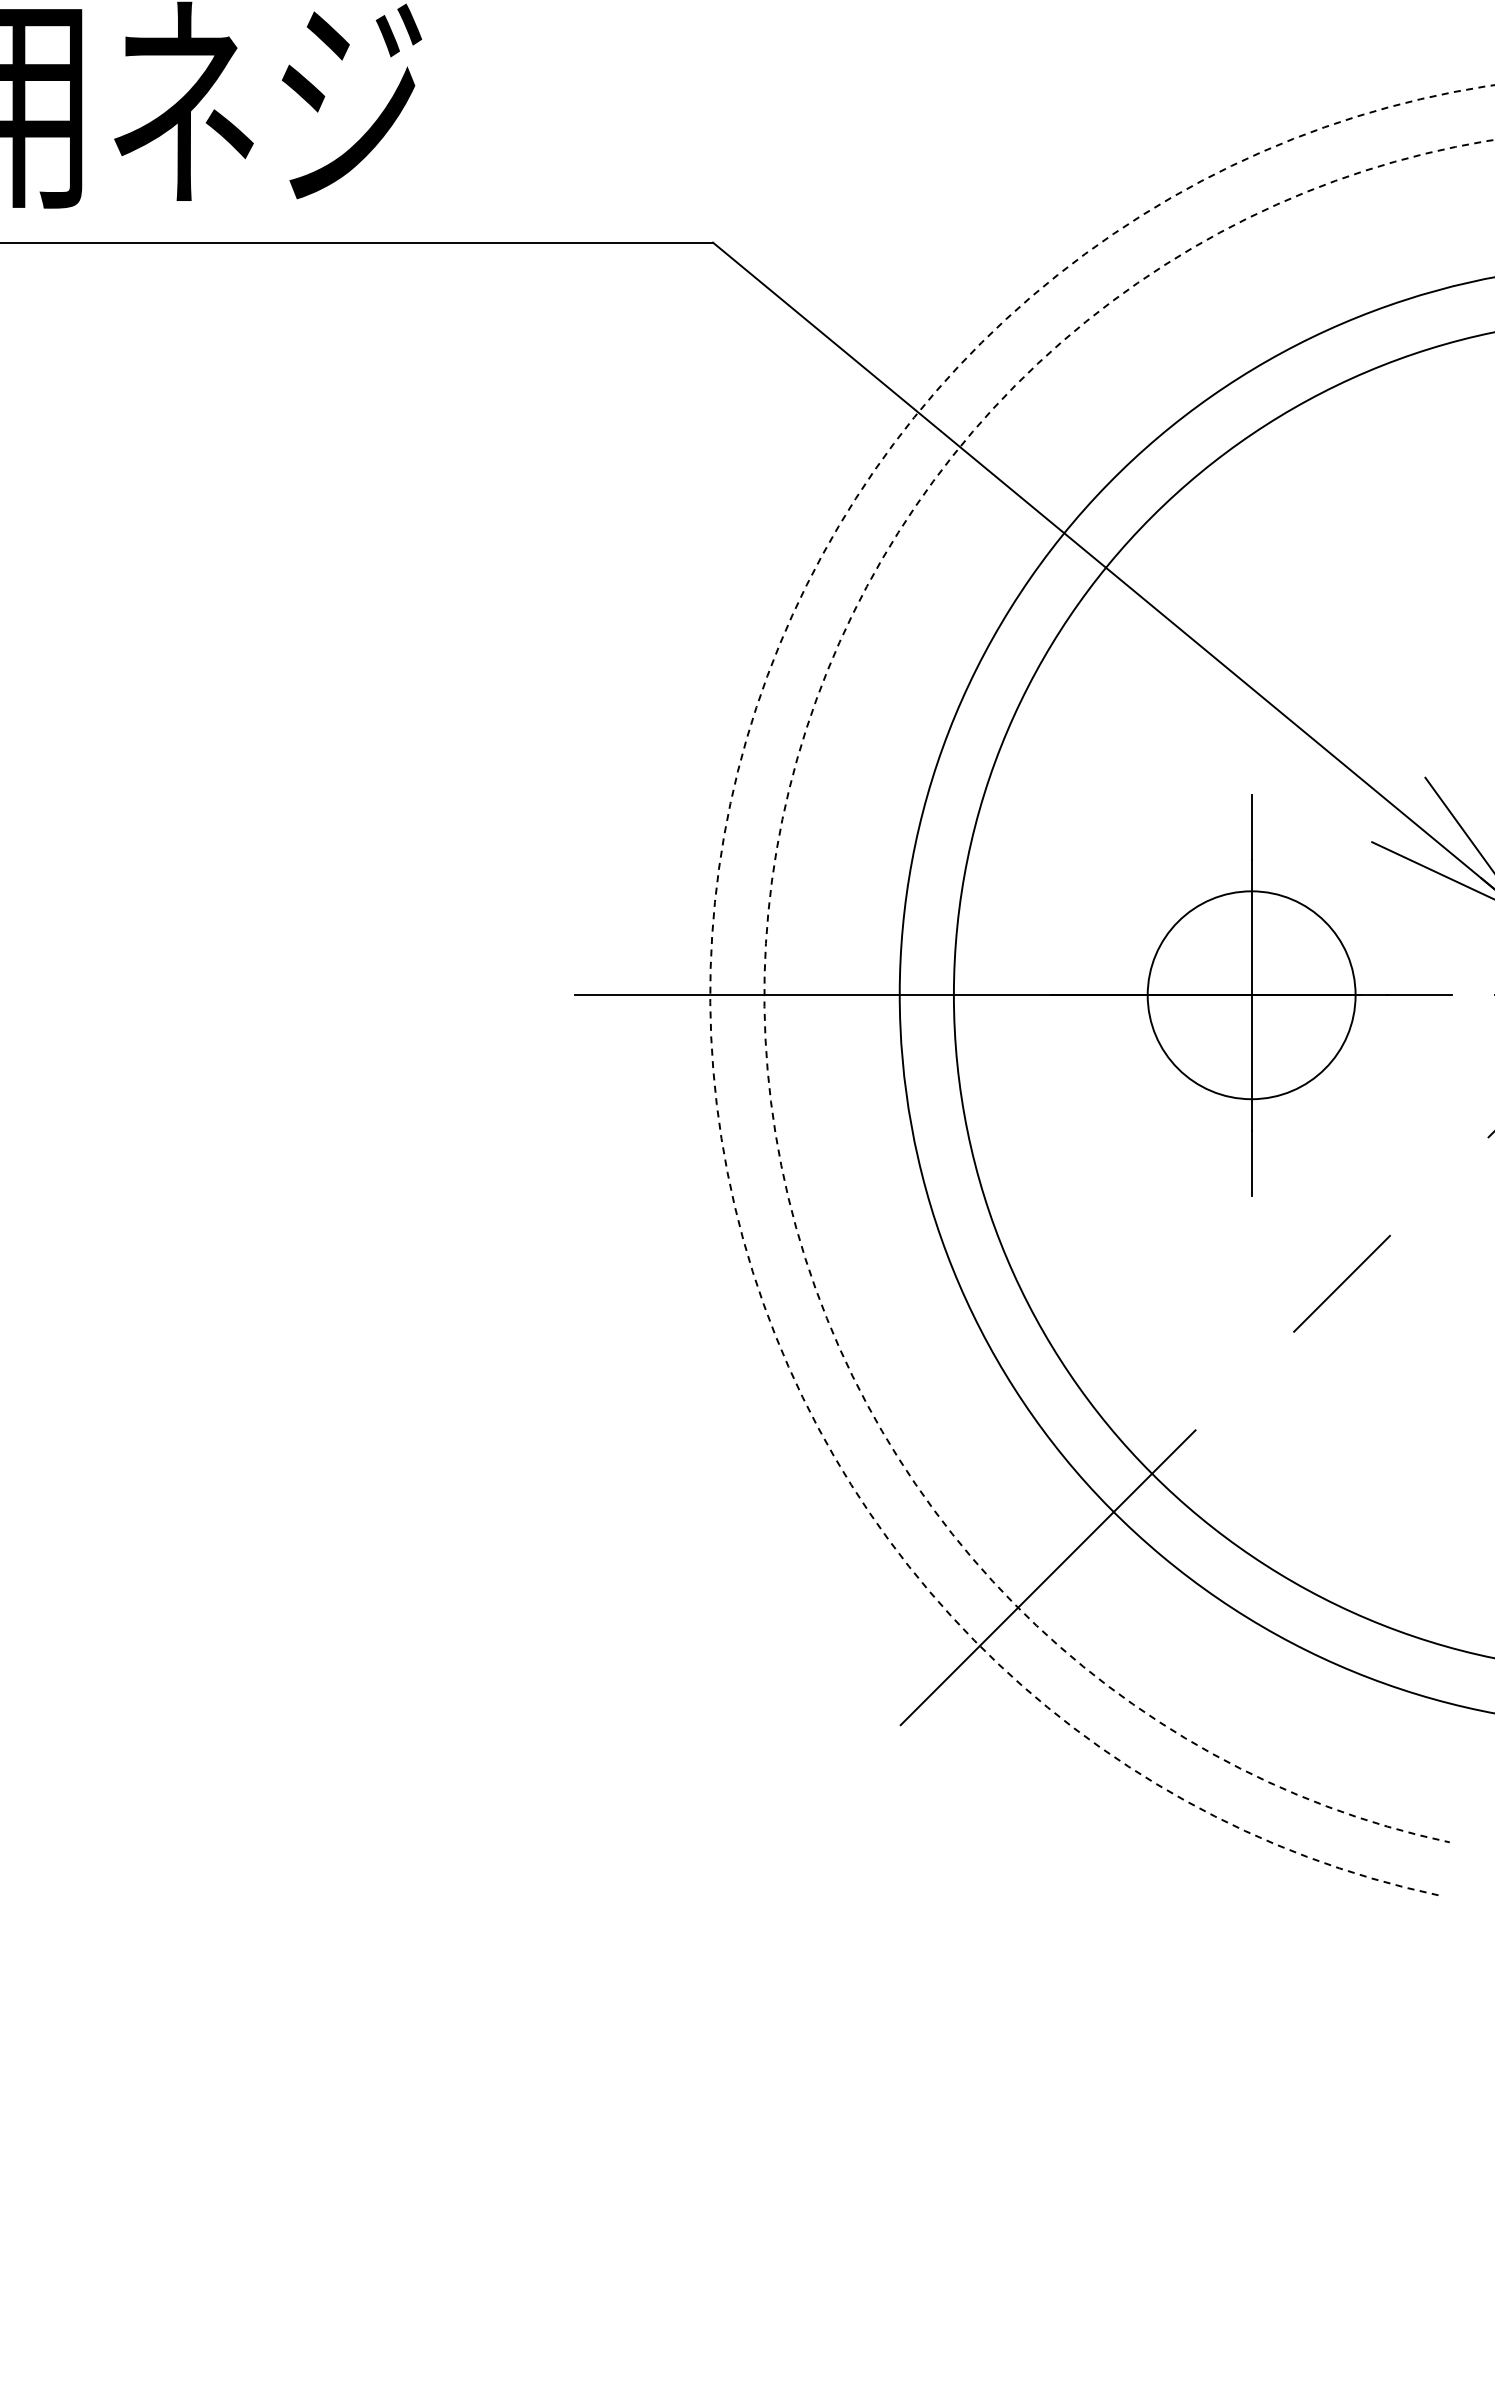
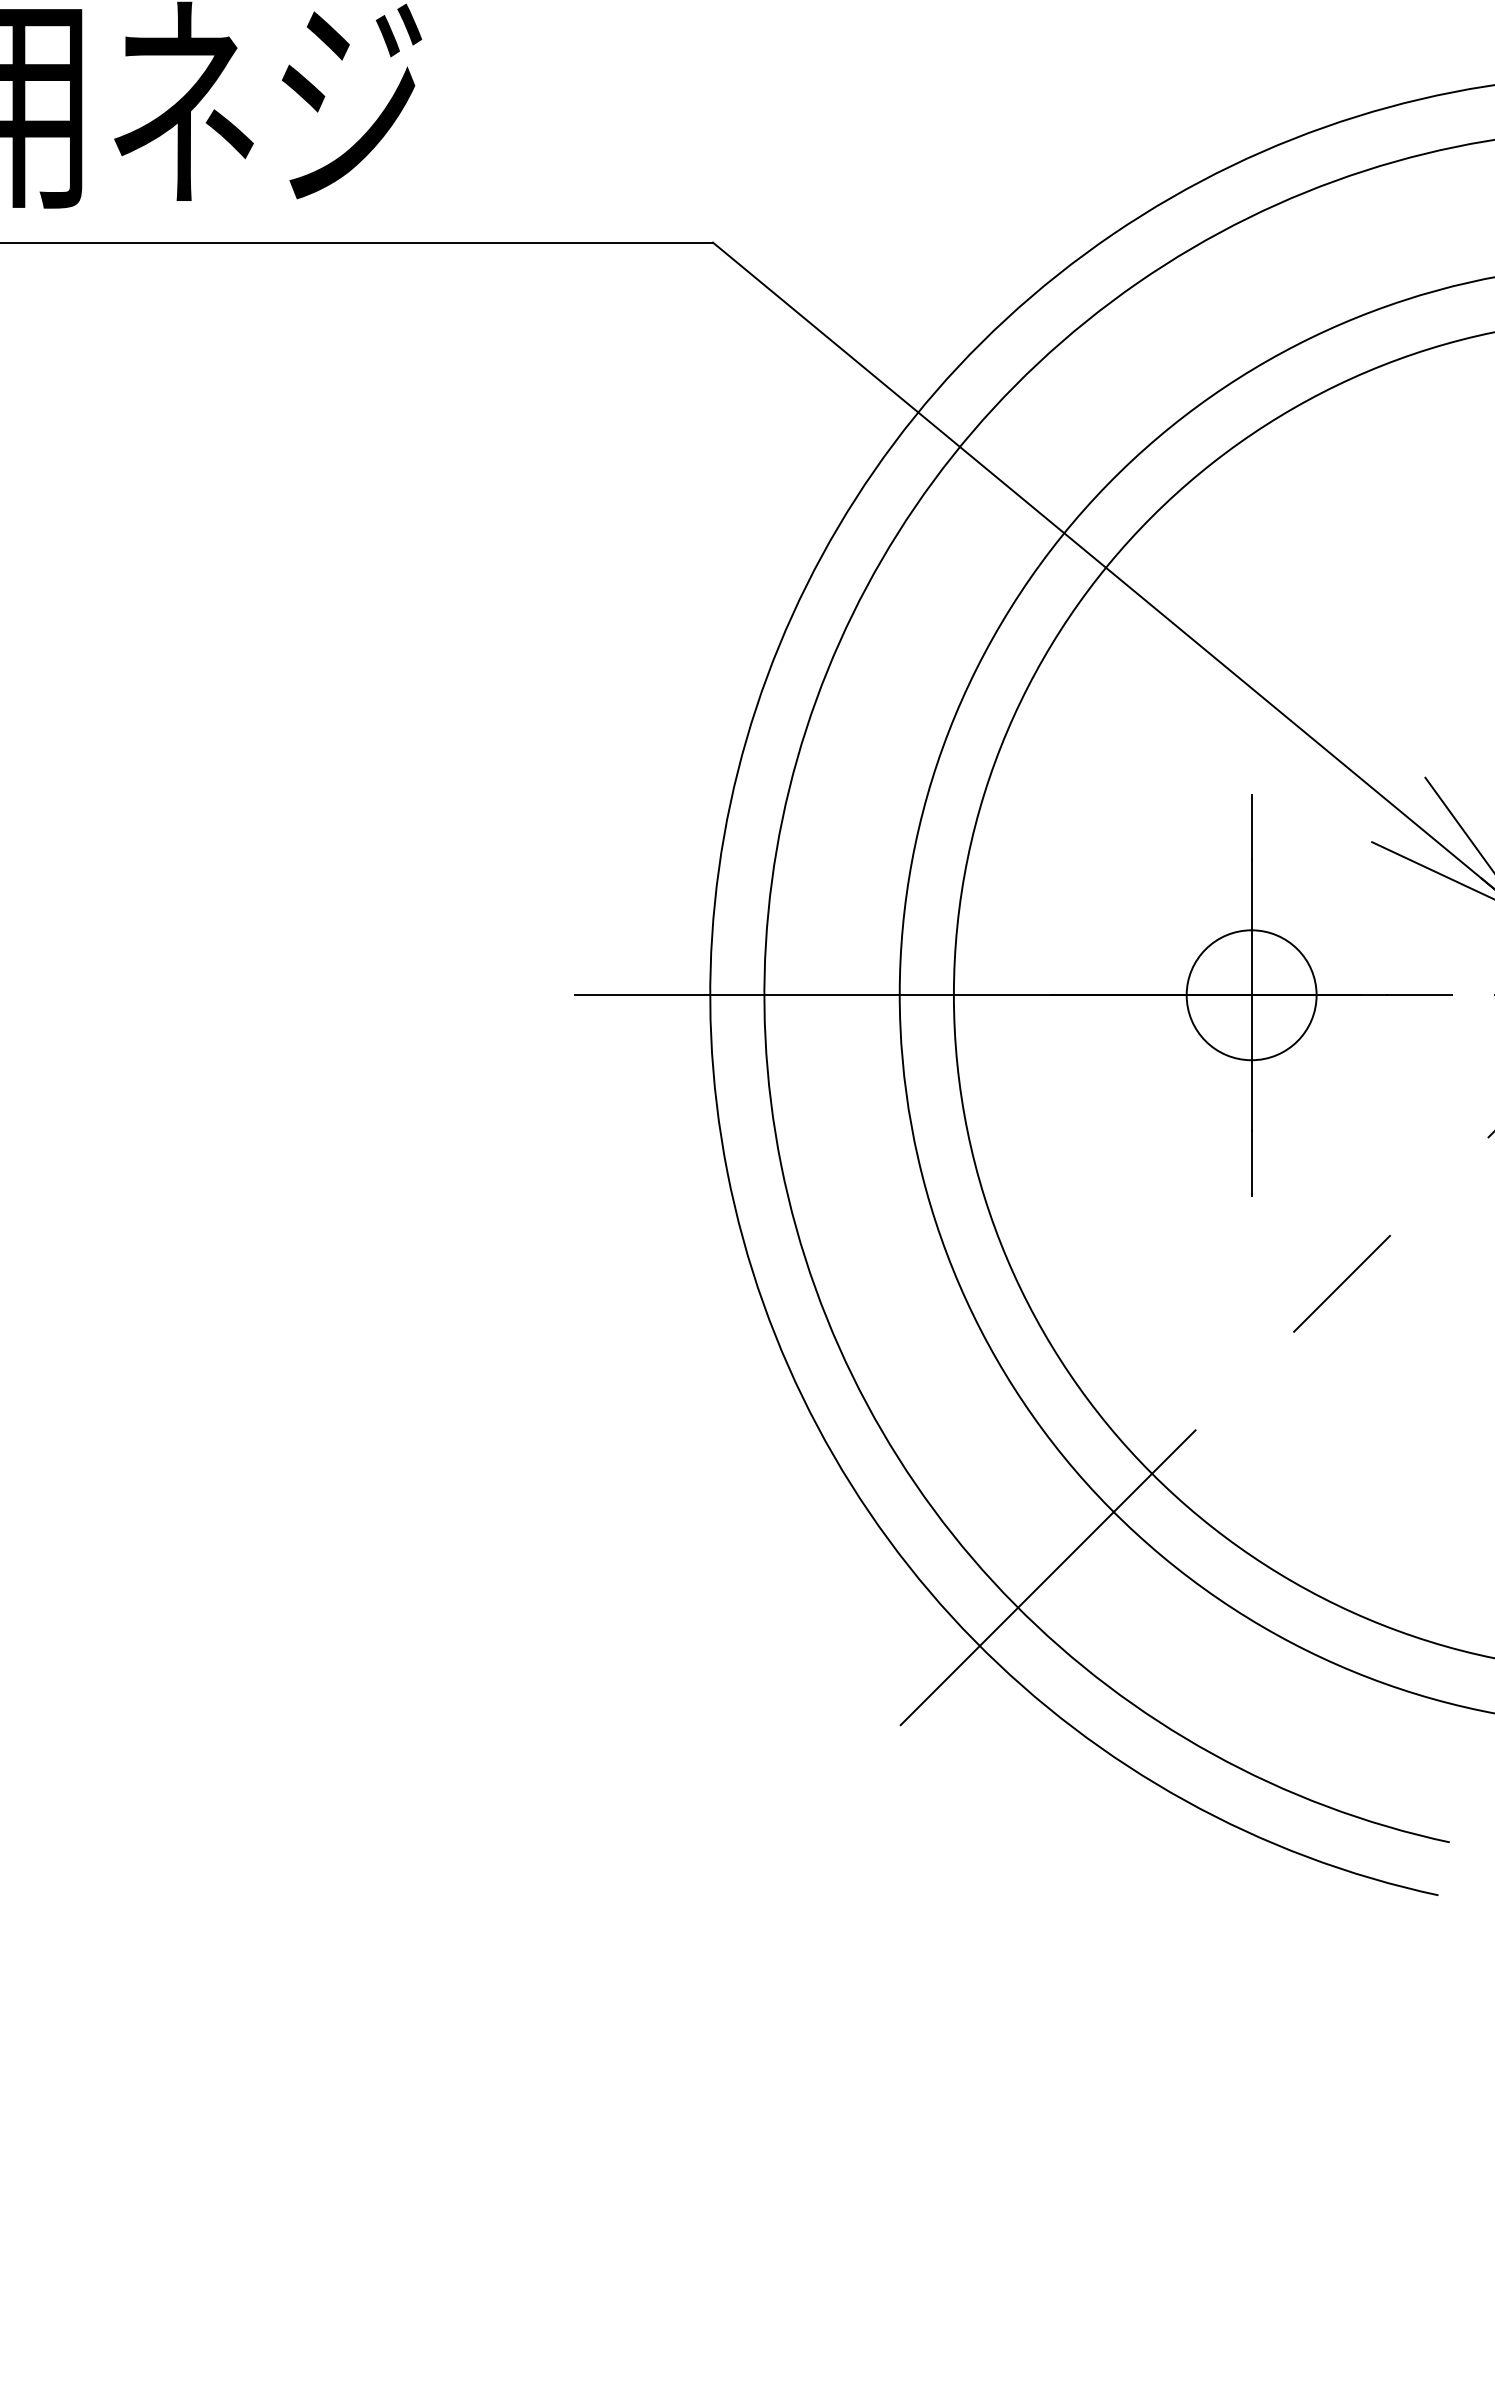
arc at (710, 966): dashed -> solid
arc at (764, 971): dashed -> solid
circle at (1251, 995) diameter: 208 px -> 130 px
